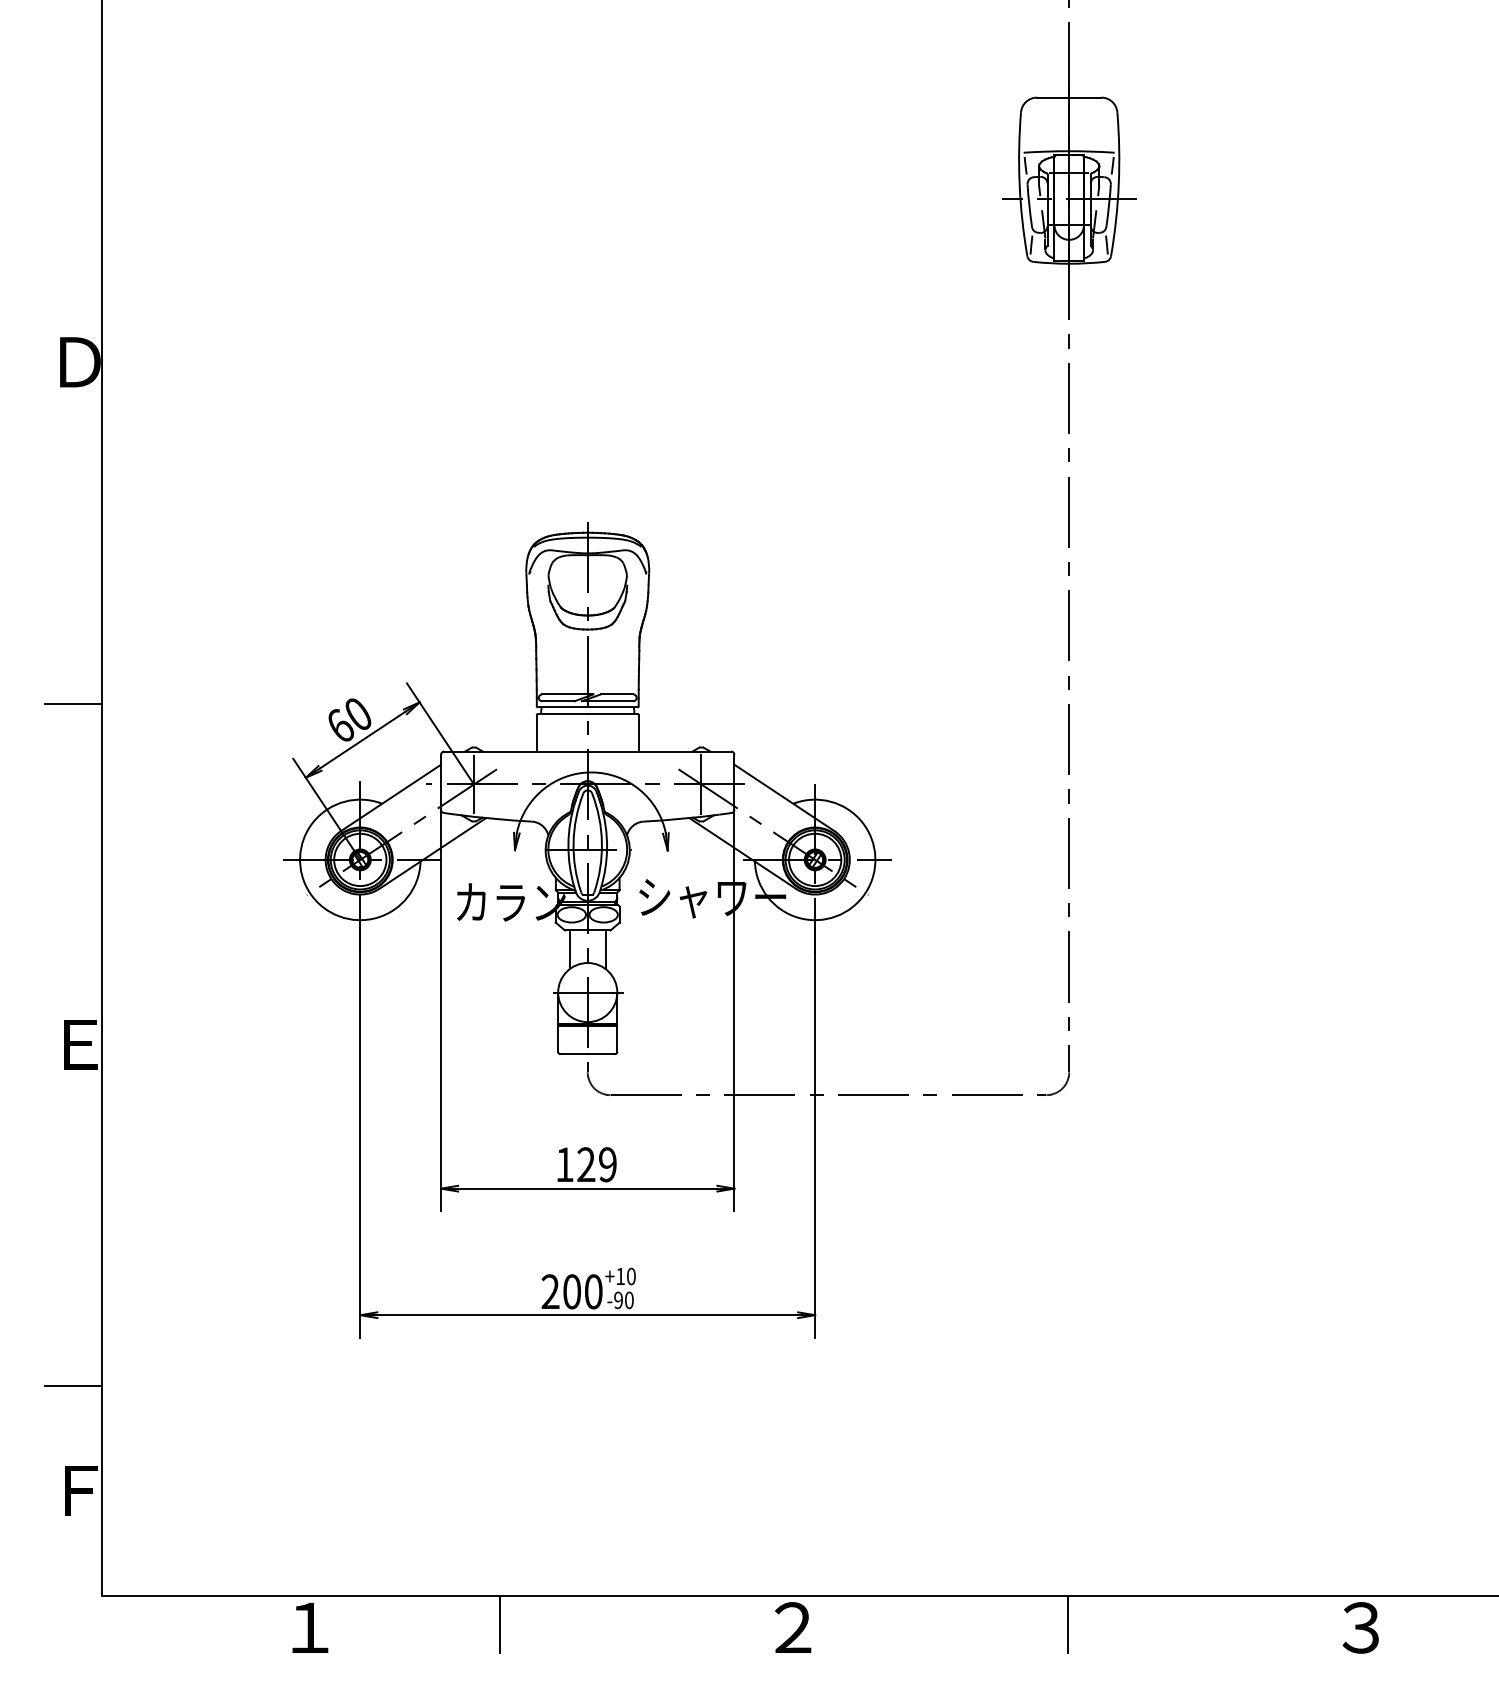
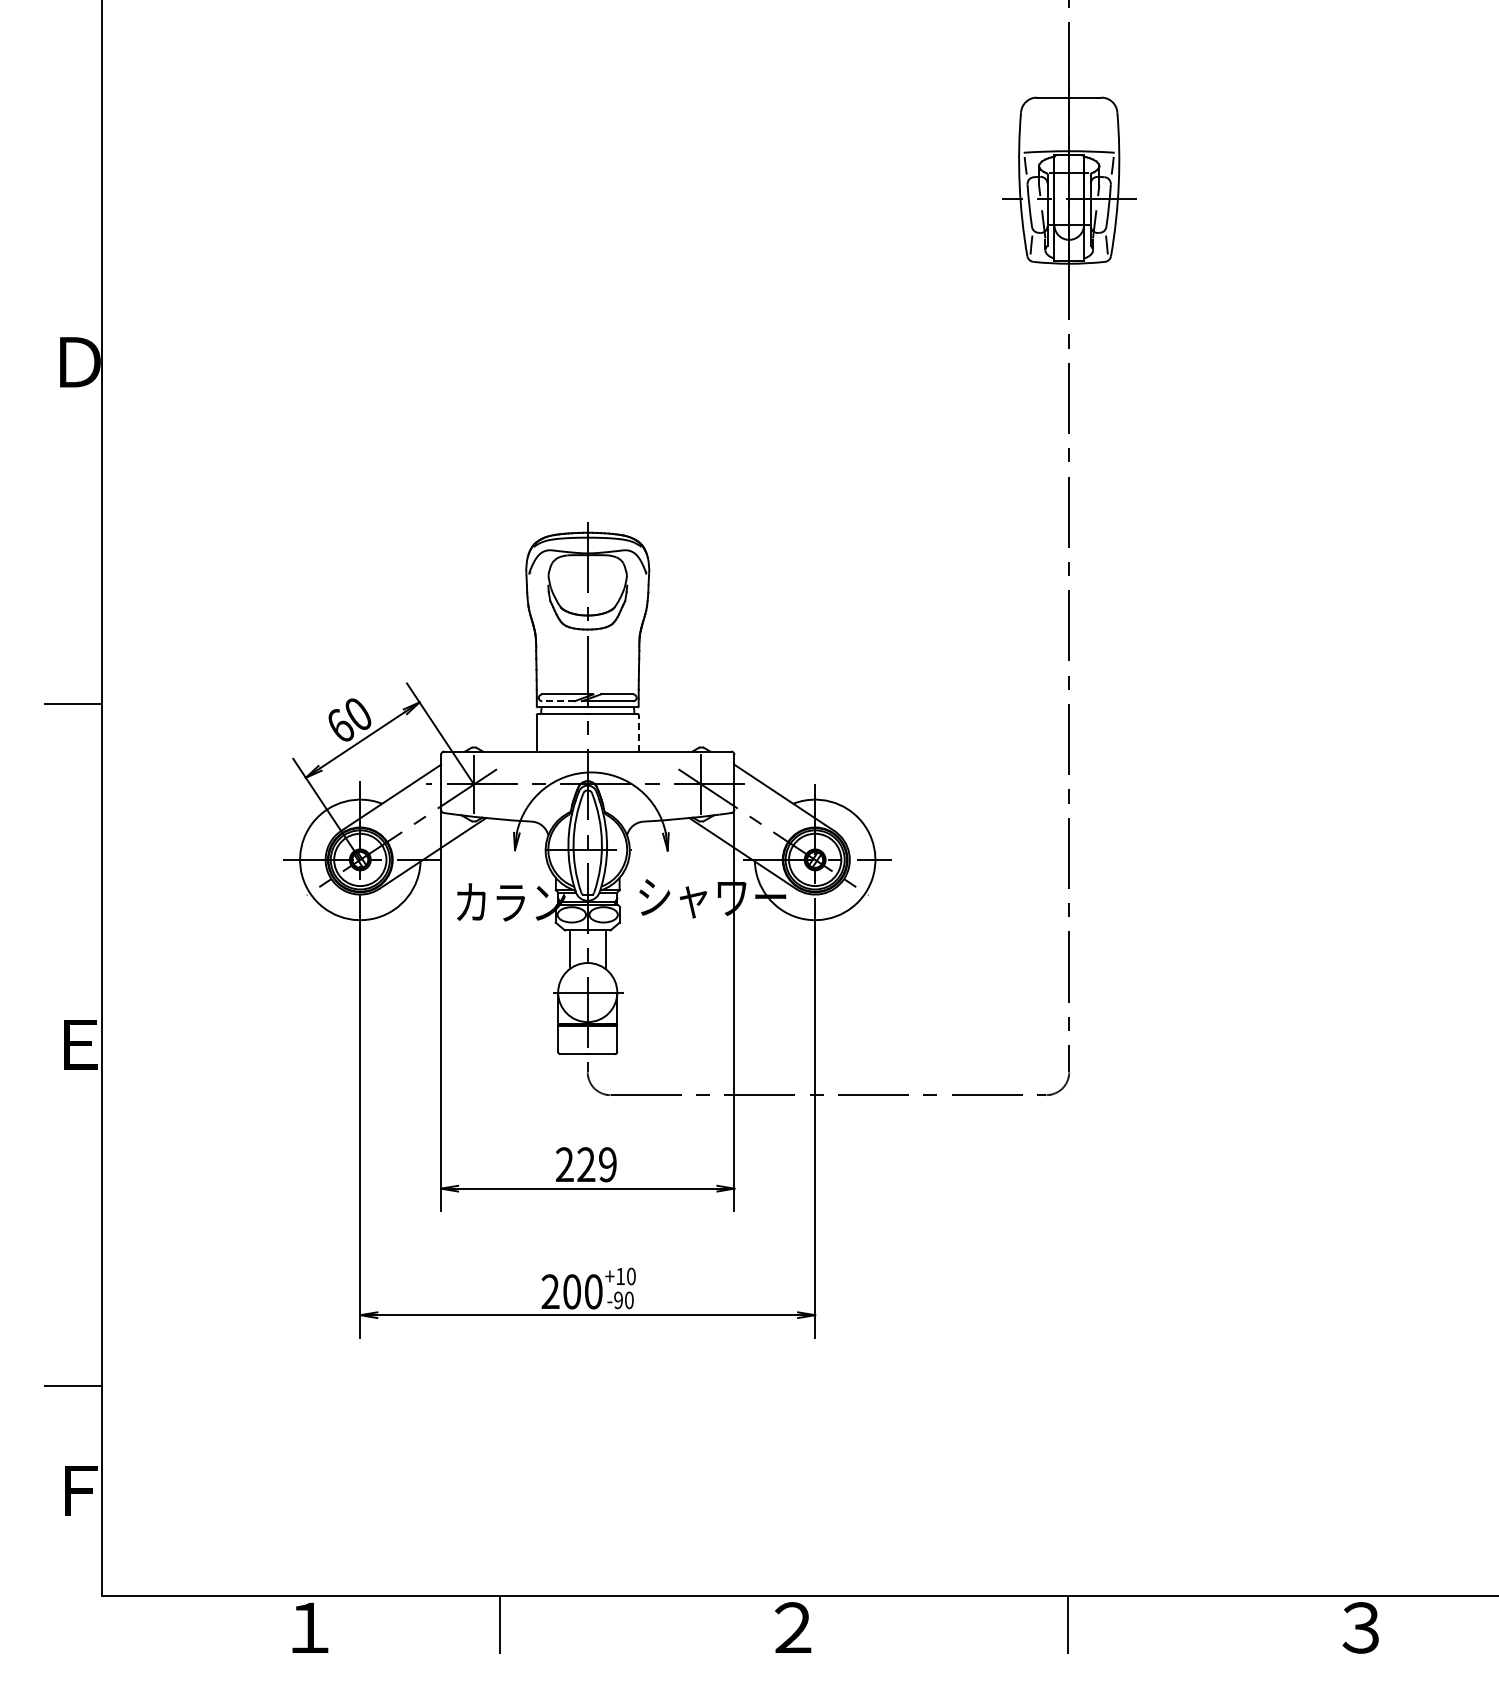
line at (557, 701): solid -> dashed
line at (638, 732): solid -> dashed
text at (564, 1164): 129 -> 229
